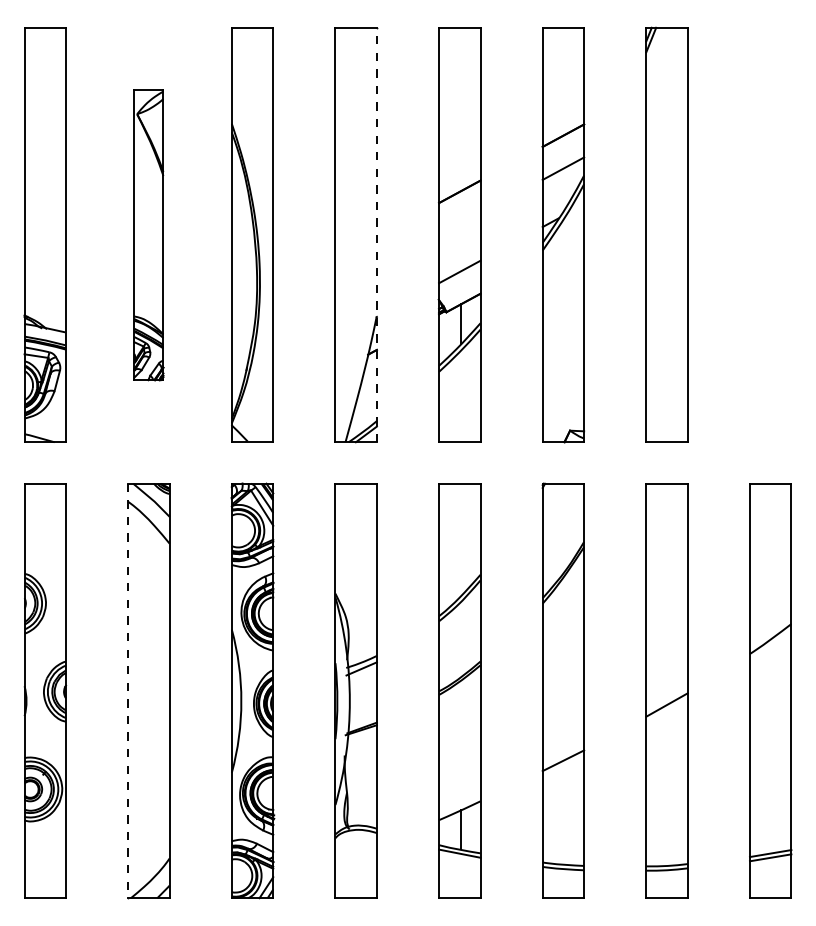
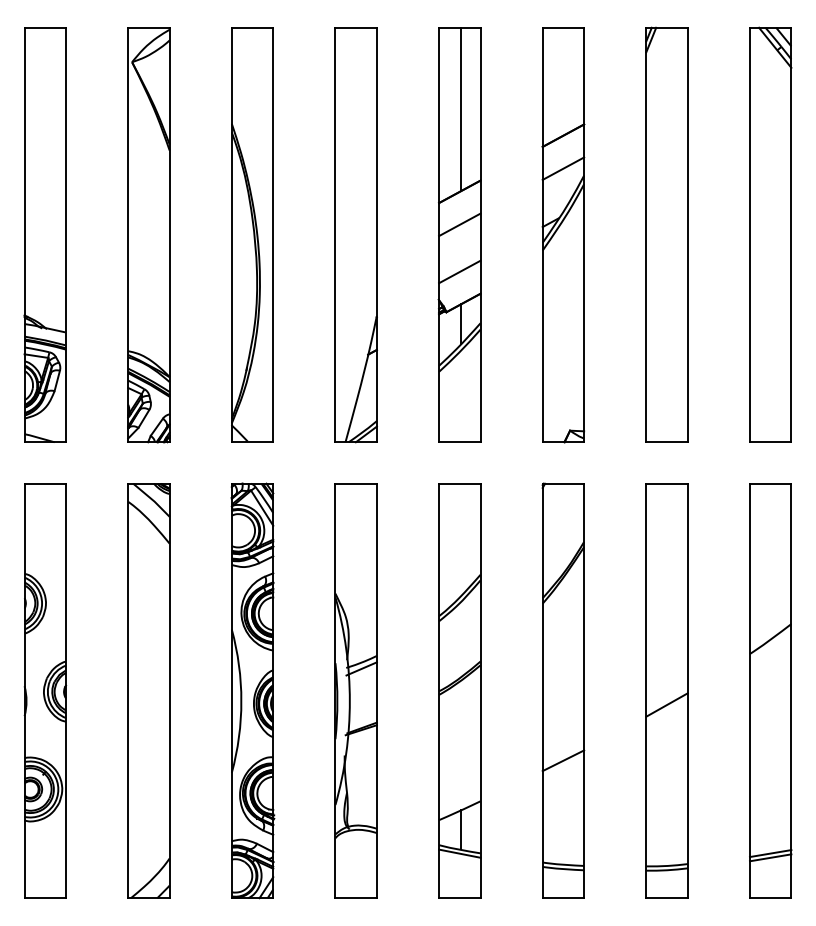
line at (460, 109): none -> present
line at (459, 224): none -> present
line at (376, 234): dashed -> solid
part at (770, 234): none -> present
part at (148, 235) size: 32x293 px -> 44x417 px
line at (128, 691): dashed -> solid
